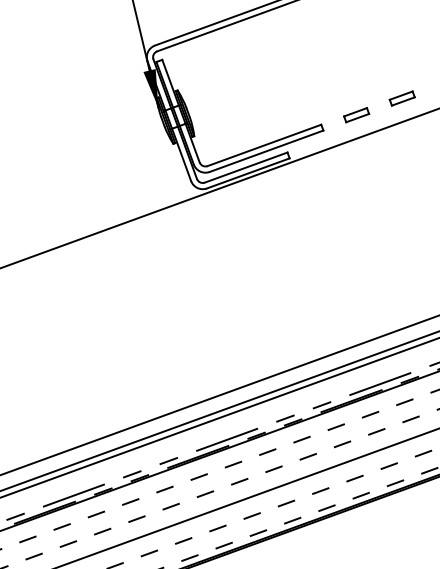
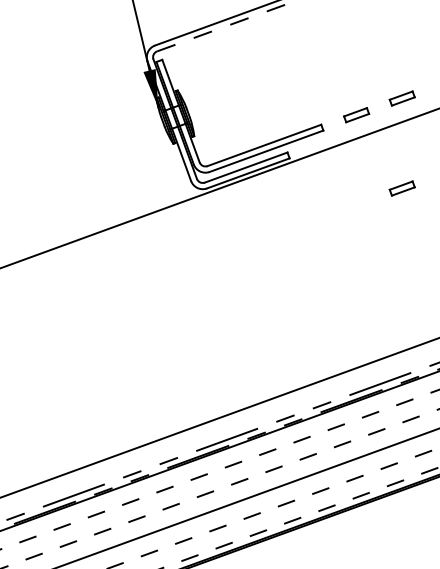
line at (227, 25): solid -> dashed
part at (401, 188): none -> present
line at (219, 395): present -> none
line at (219, 411): present -> none
